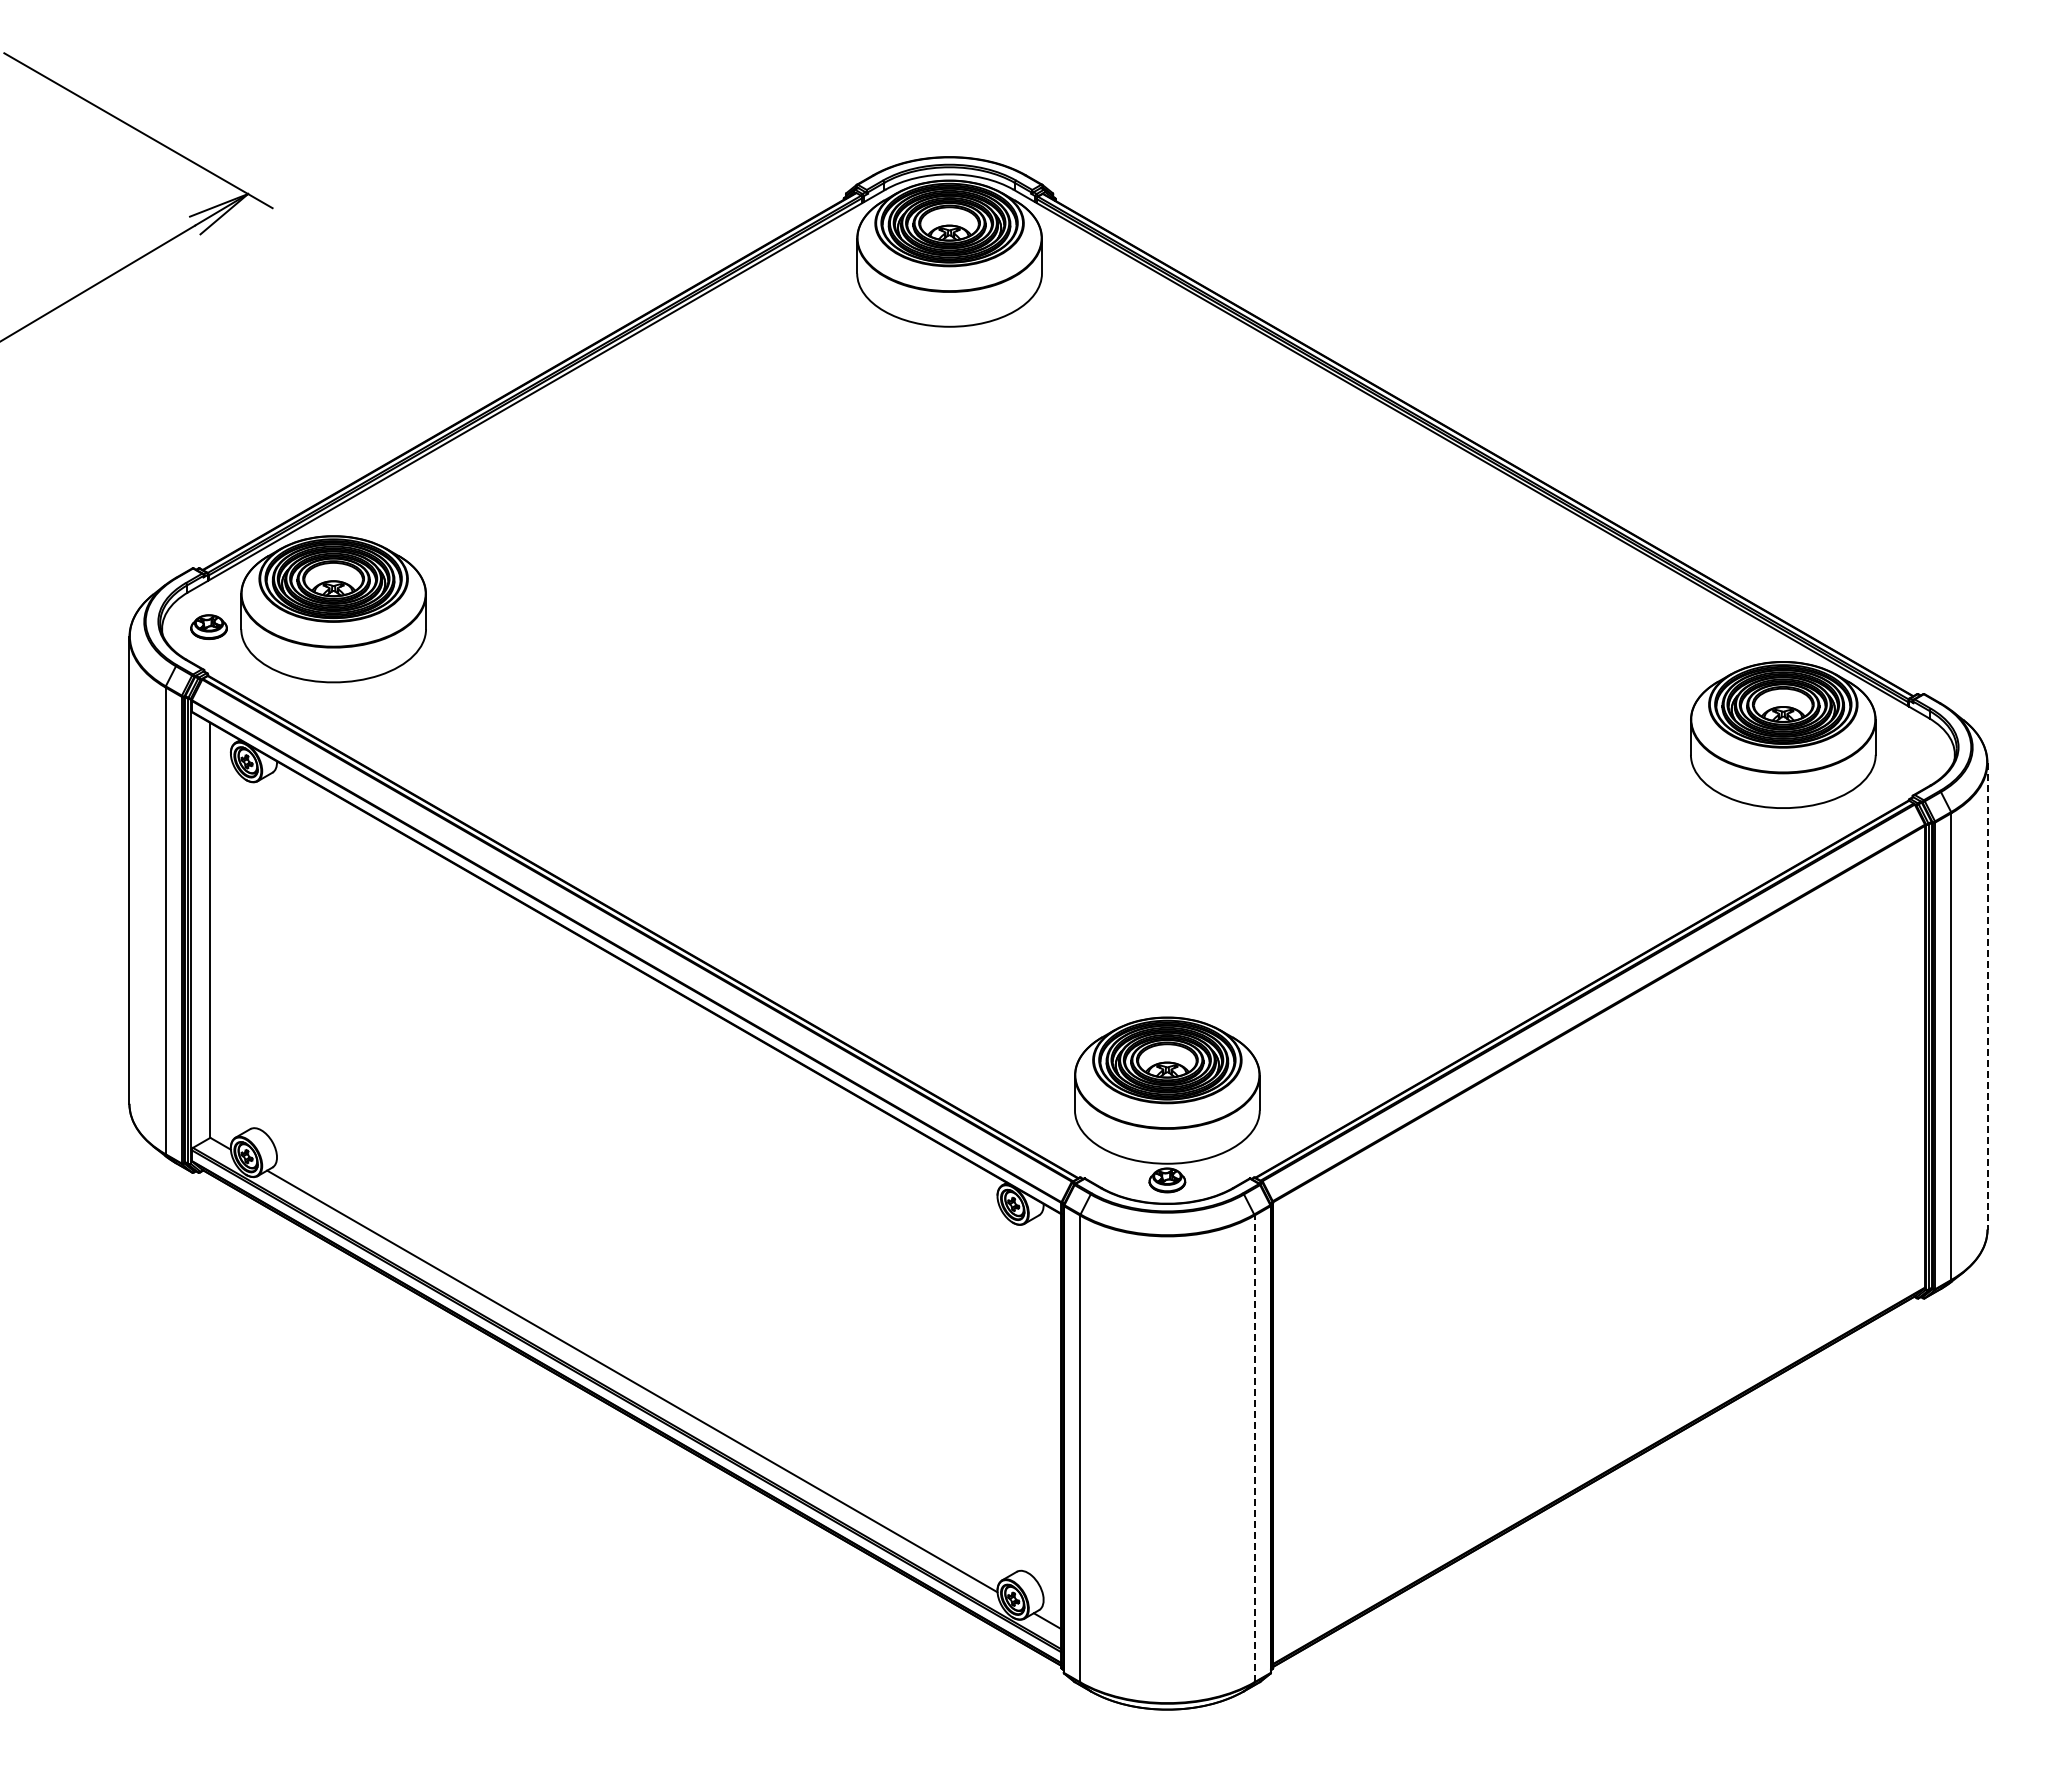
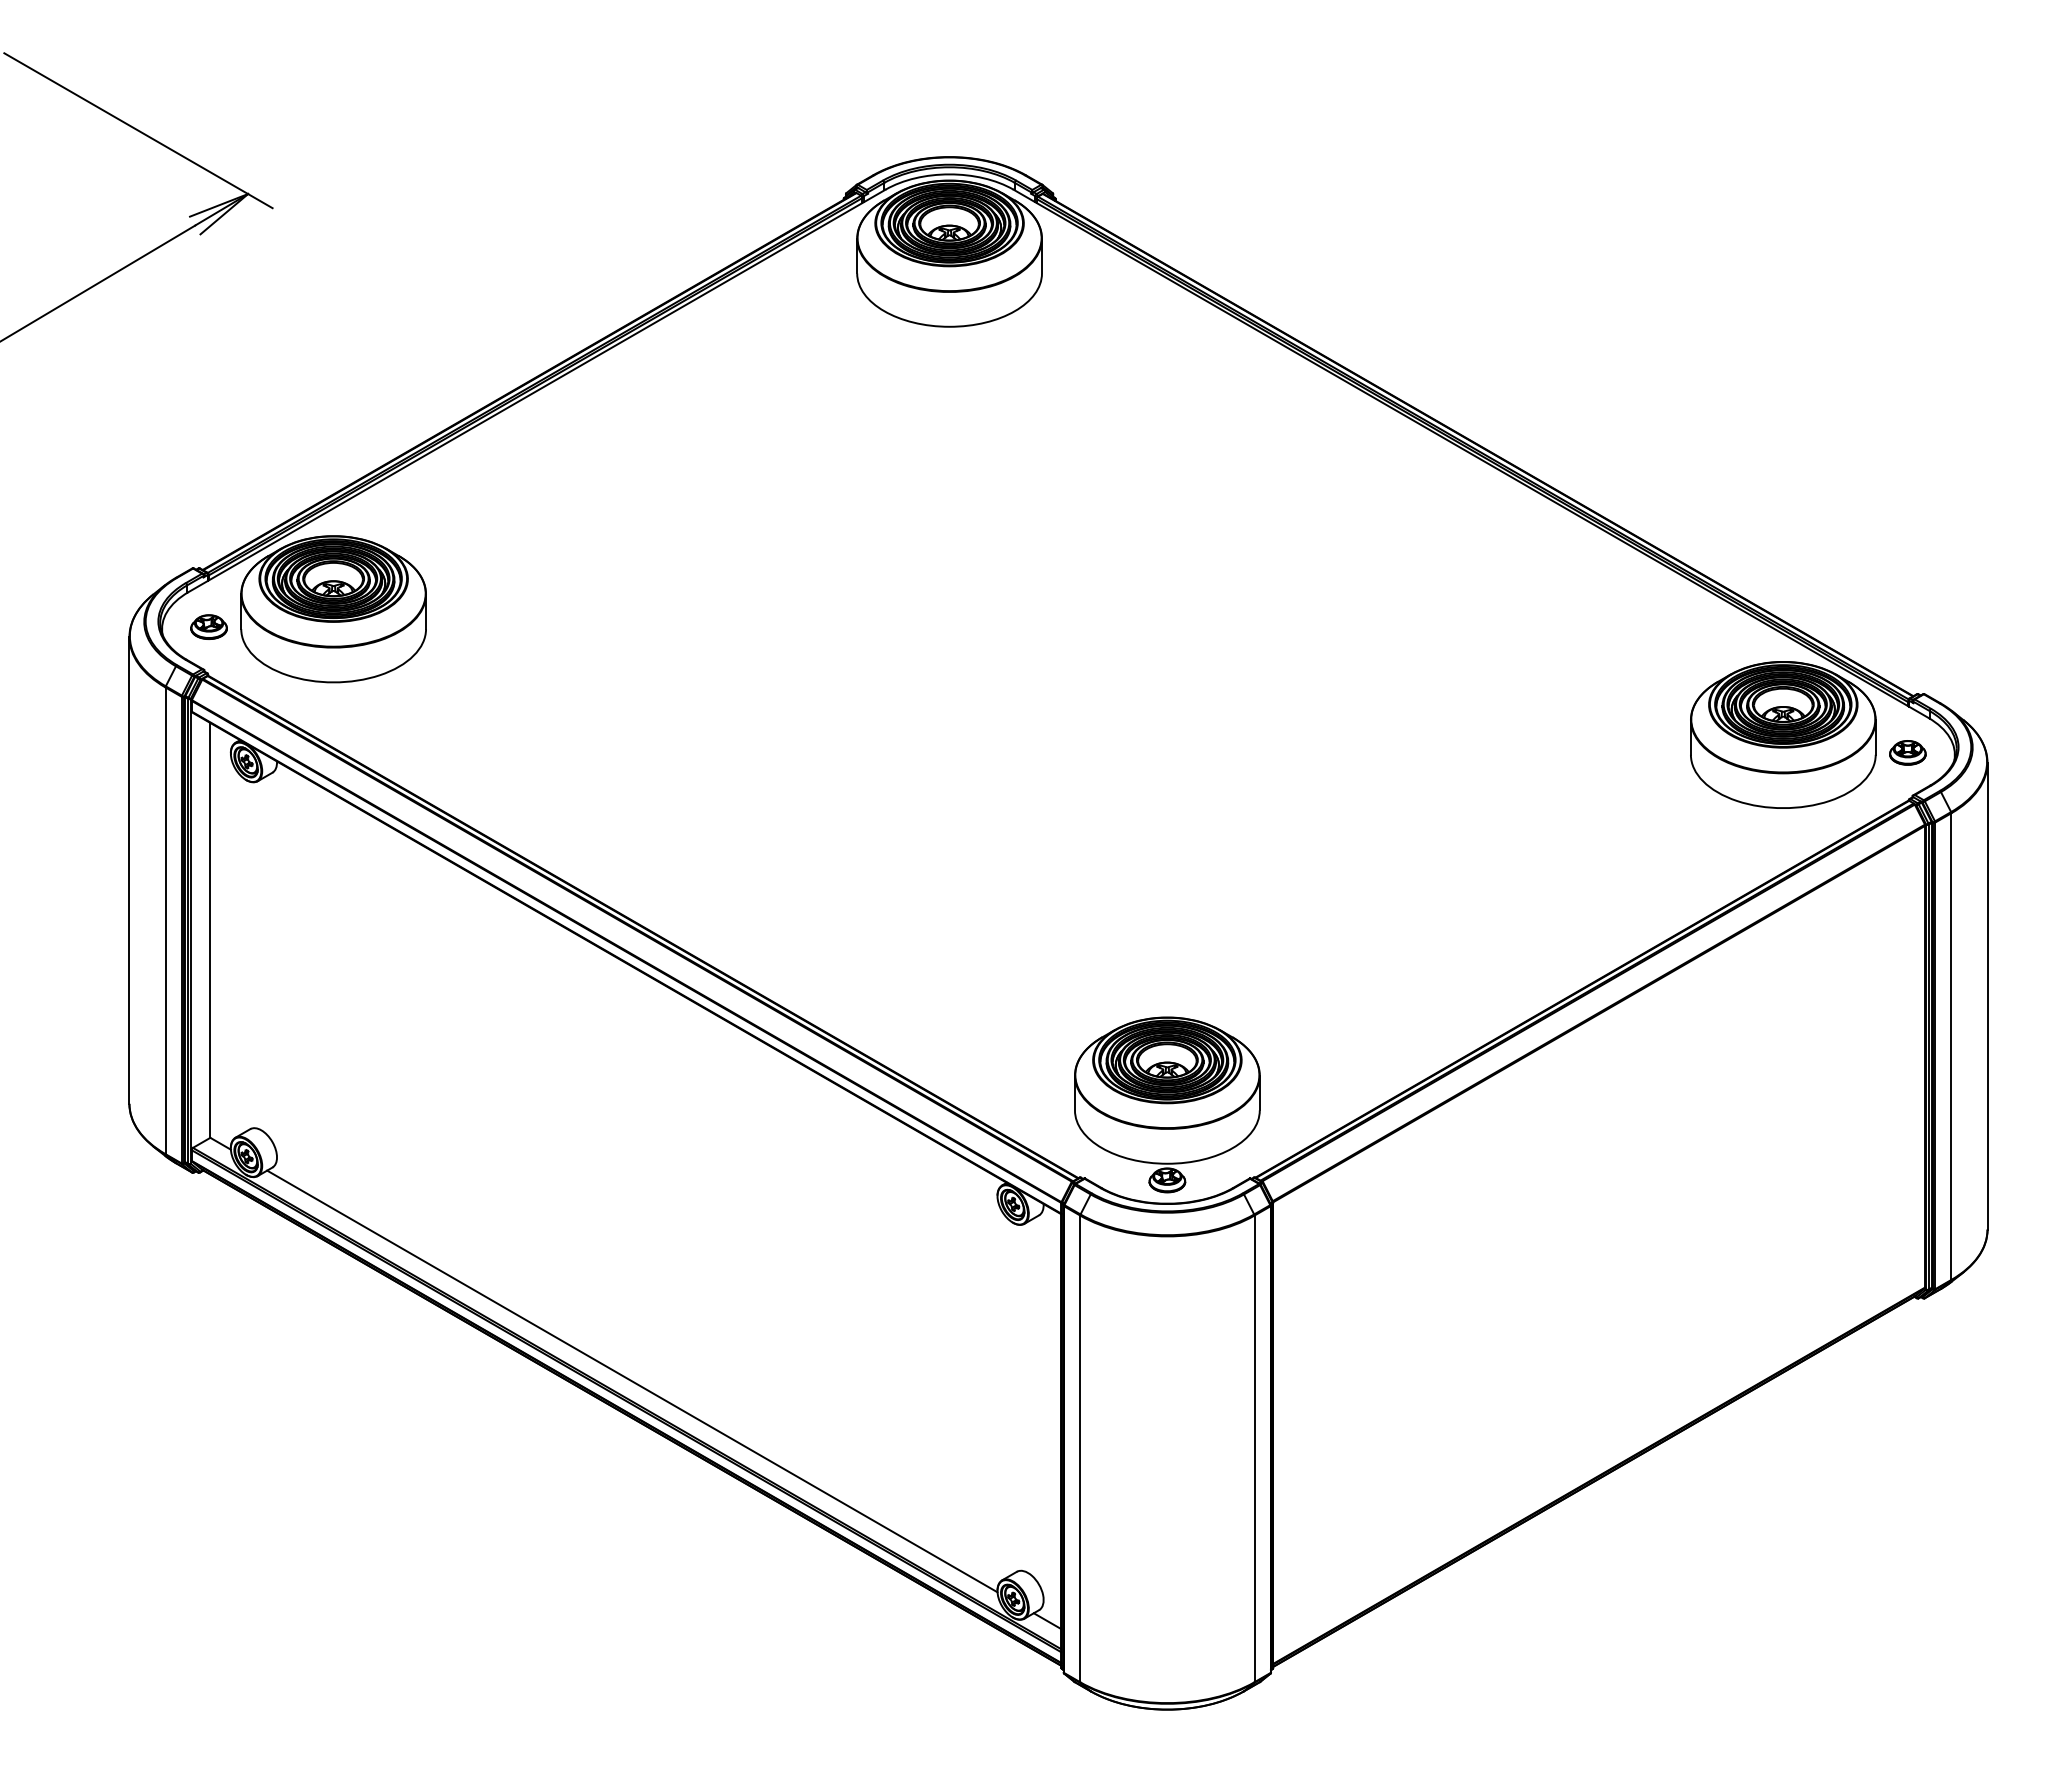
part at (1907, 752): none -> present
line at (1987, 996): dashed -> solid
line at (1254, 1448): dashed -> solid
